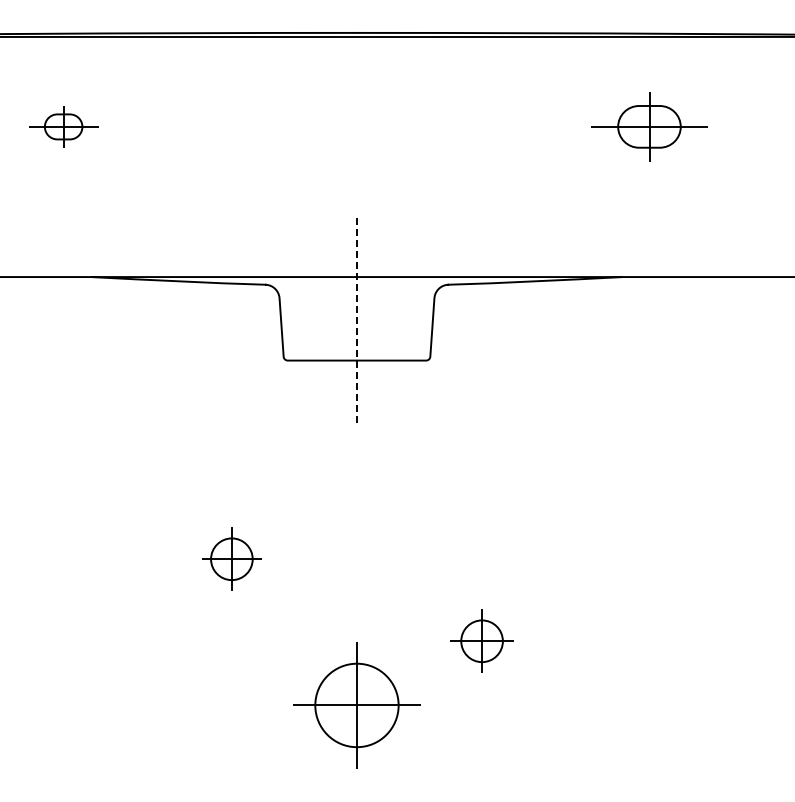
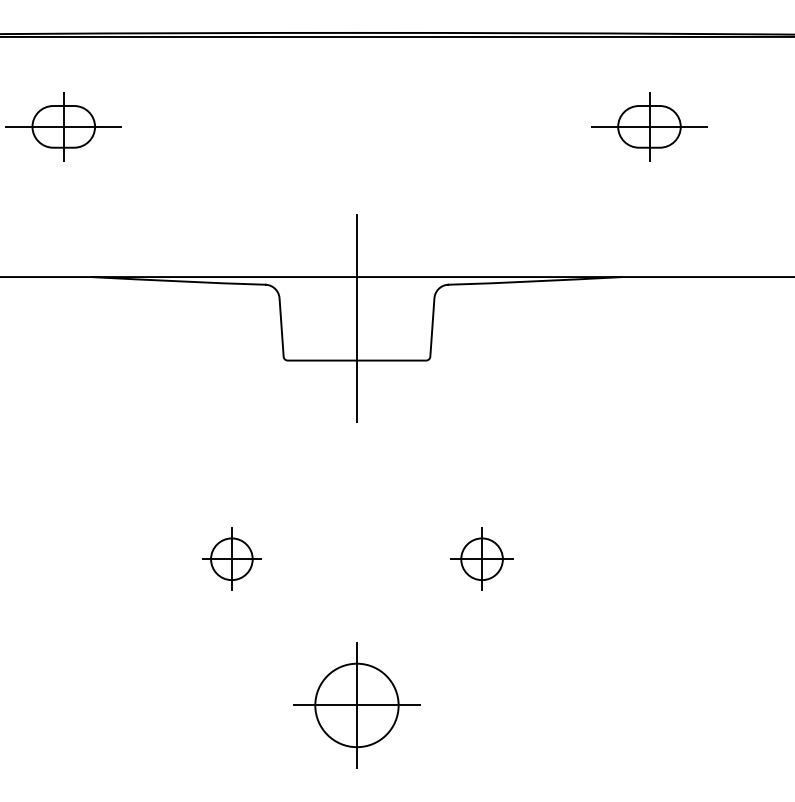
part at (63, 126) size: 70x42 px -> 117x70 px
line at (357, 319): dashed -> solid
part at (481, 640) position: (481, 640) -> (481, 558)
